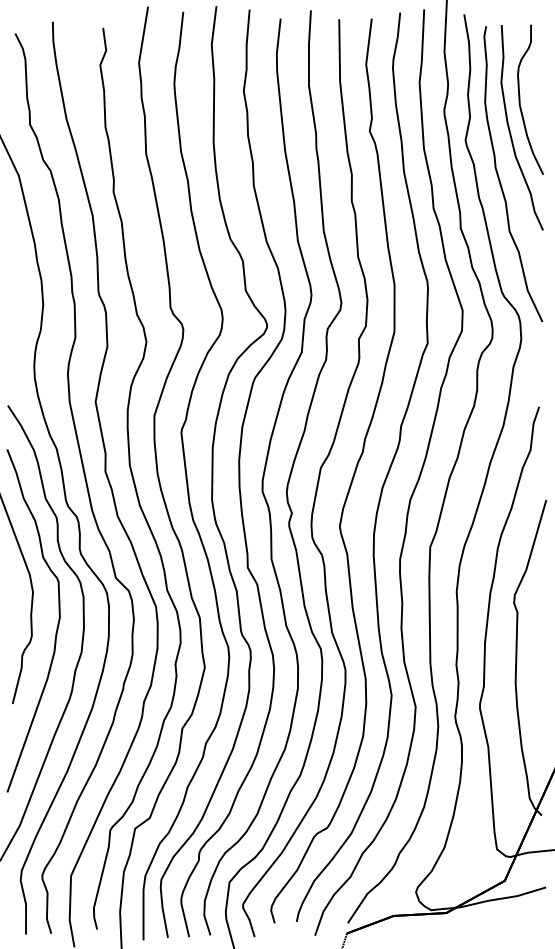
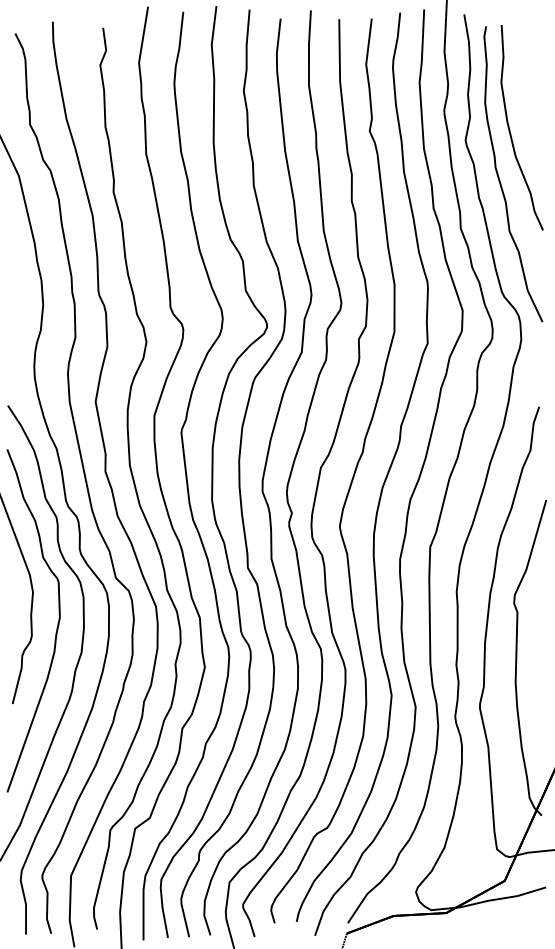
part at (520, 99): present -> none
